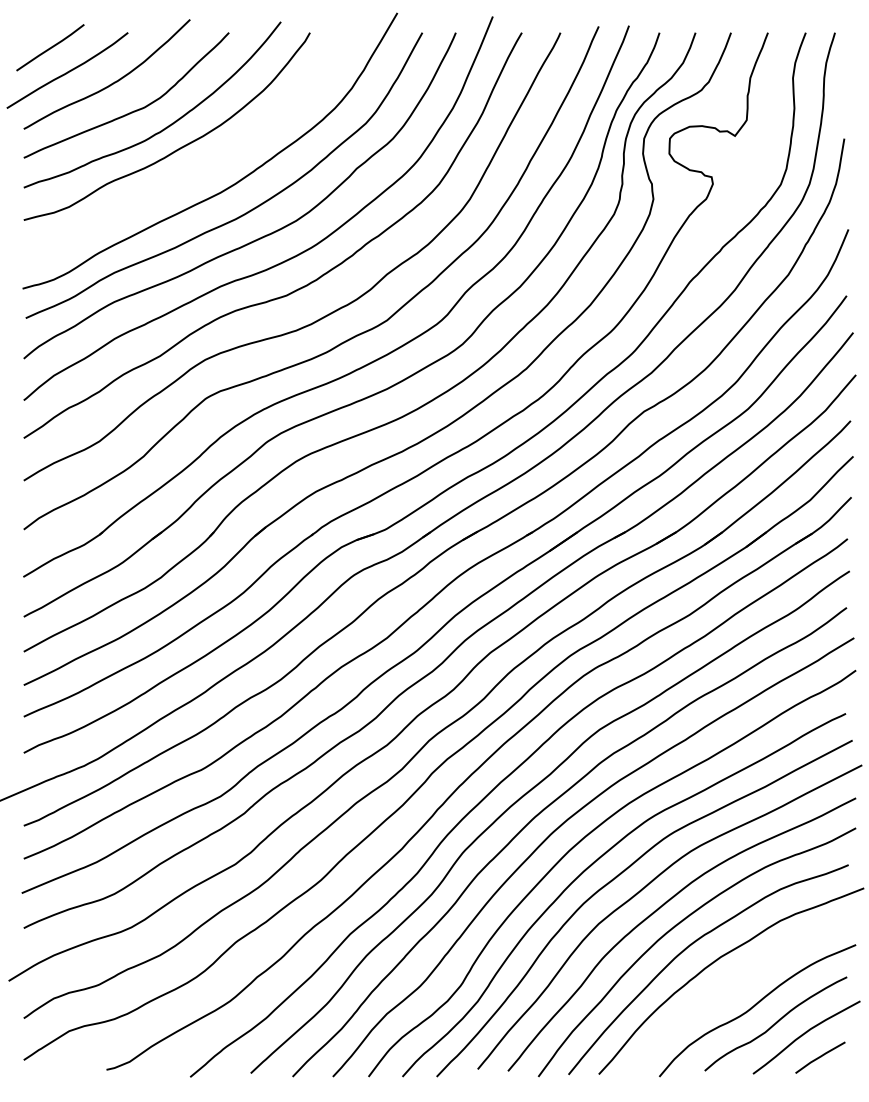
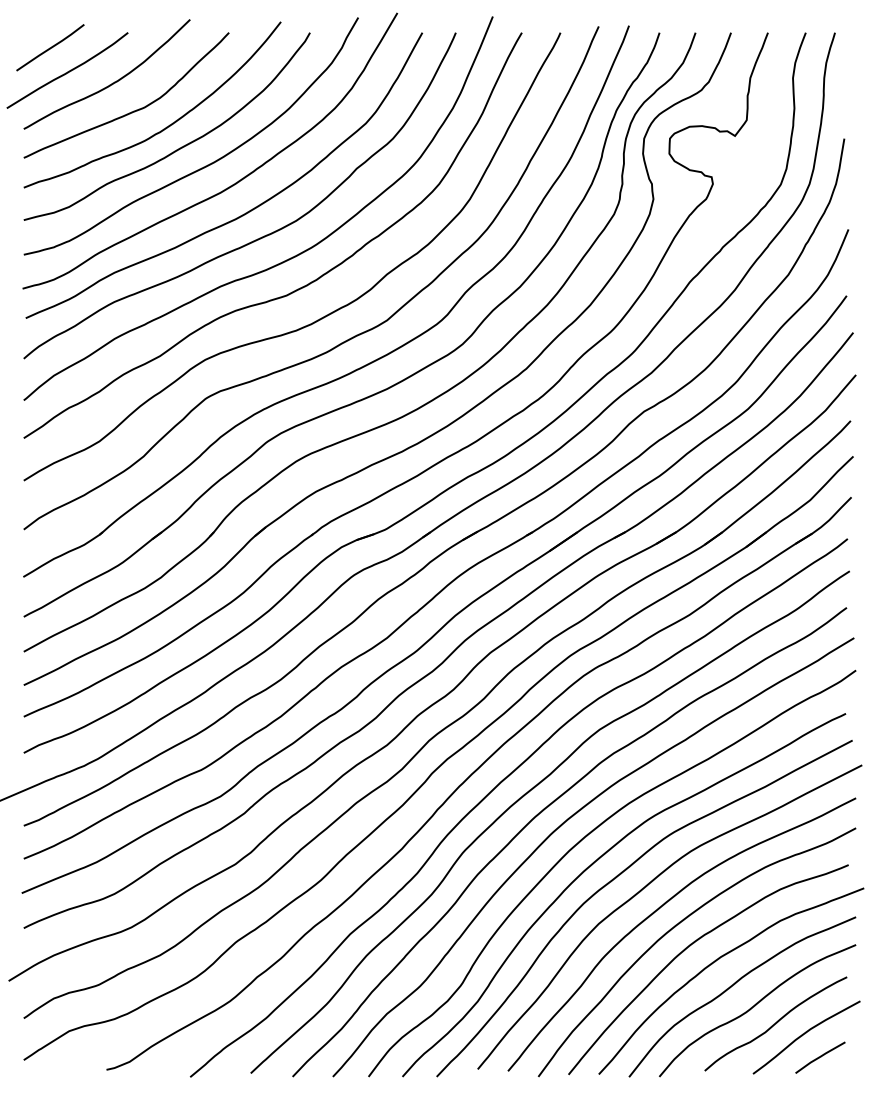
curve at (205, 165): none -> present
curve at (734, 985): none -> present
